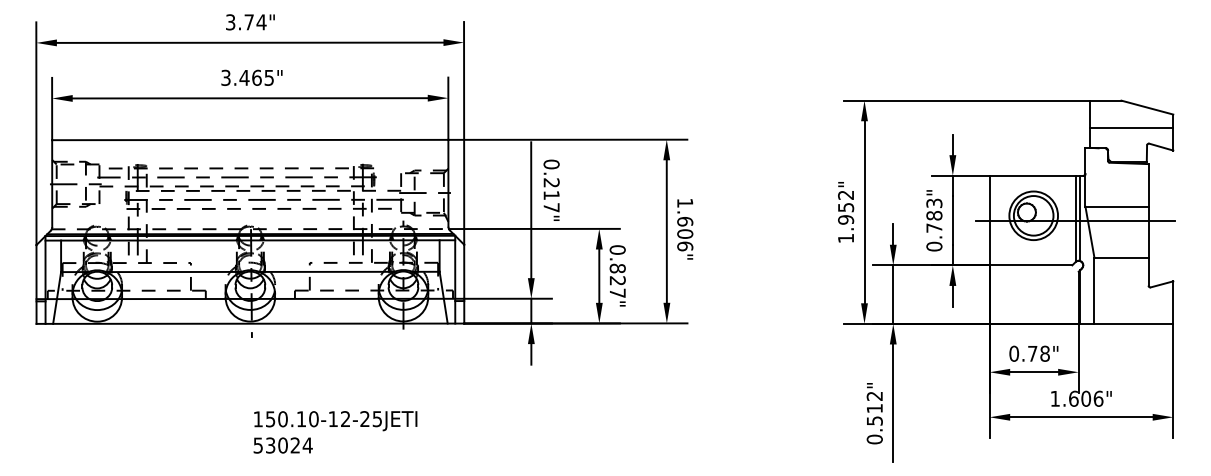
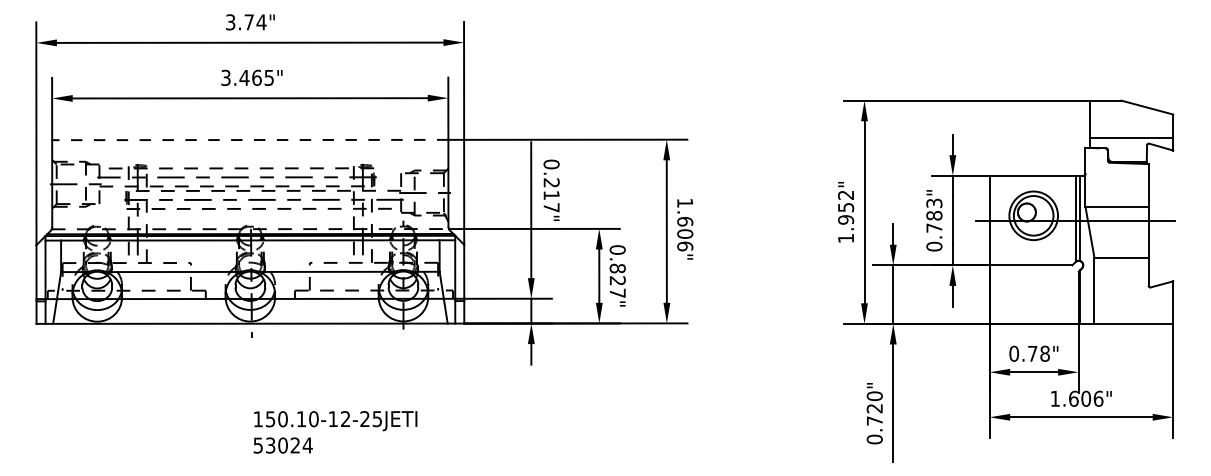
line at (1131, 127) position: (1131, 127) -> (1131, 137)
line at (249, 140): solid -> dashed
text at (874, 408): 0.512" -> 0.720"
